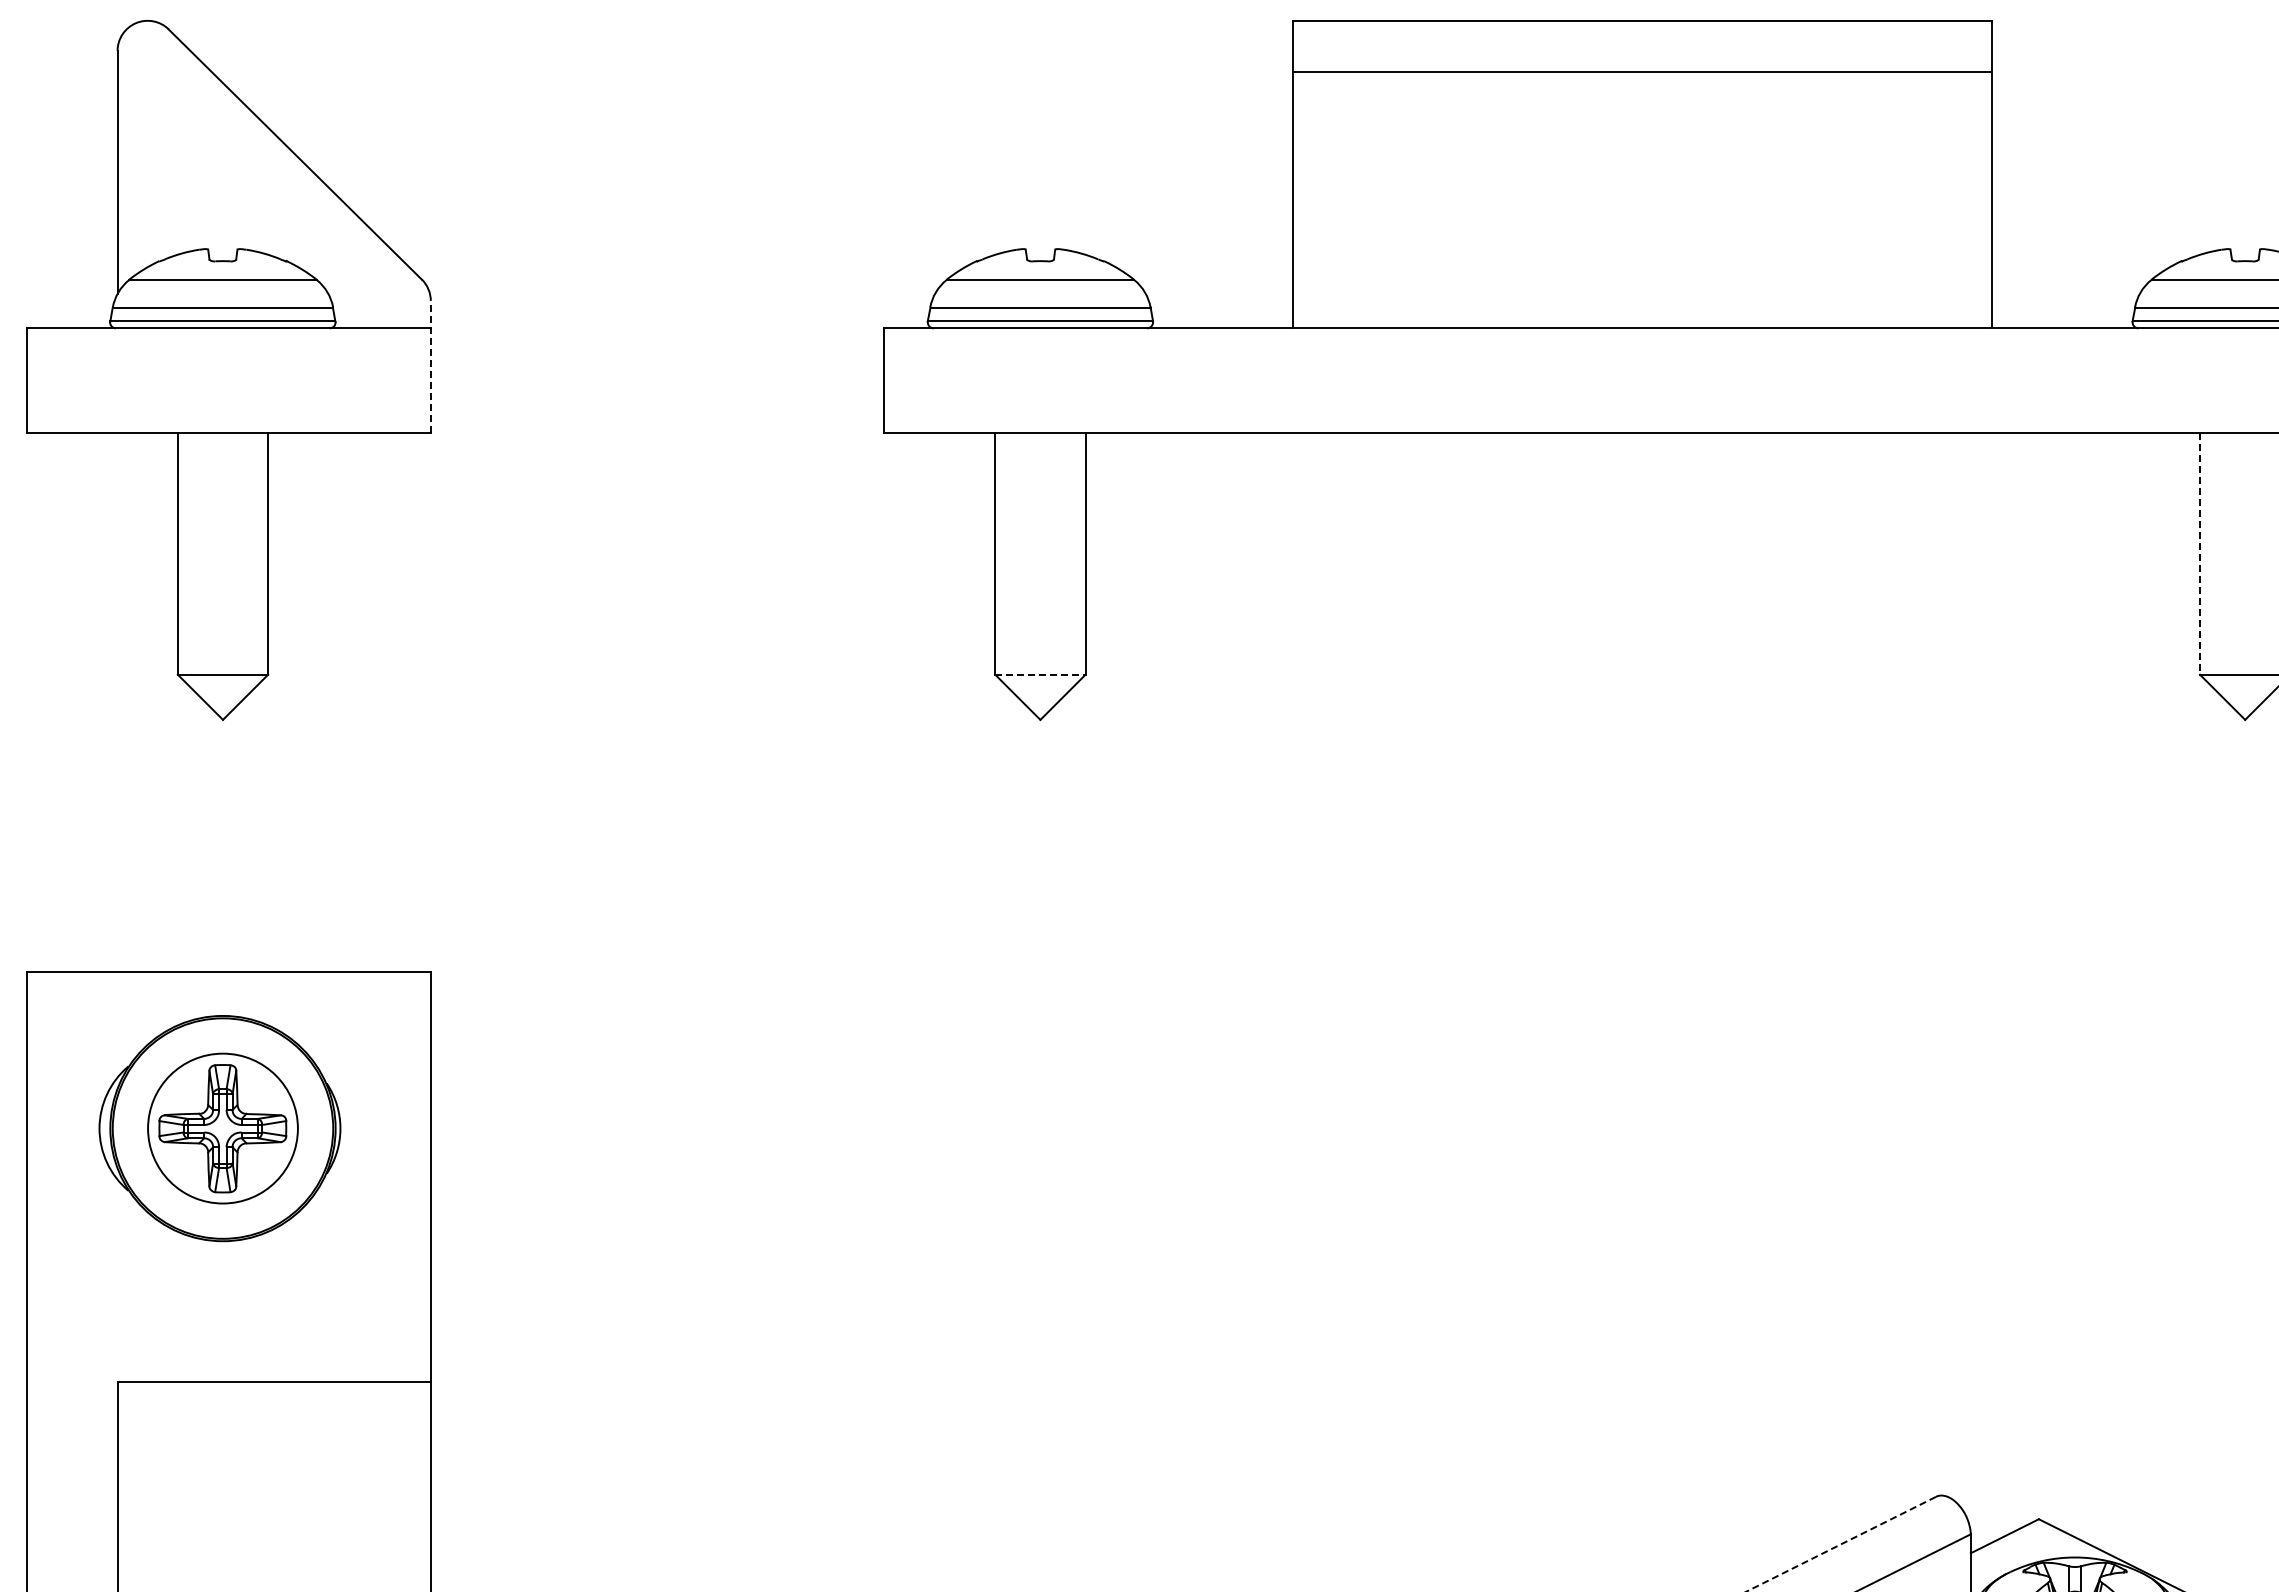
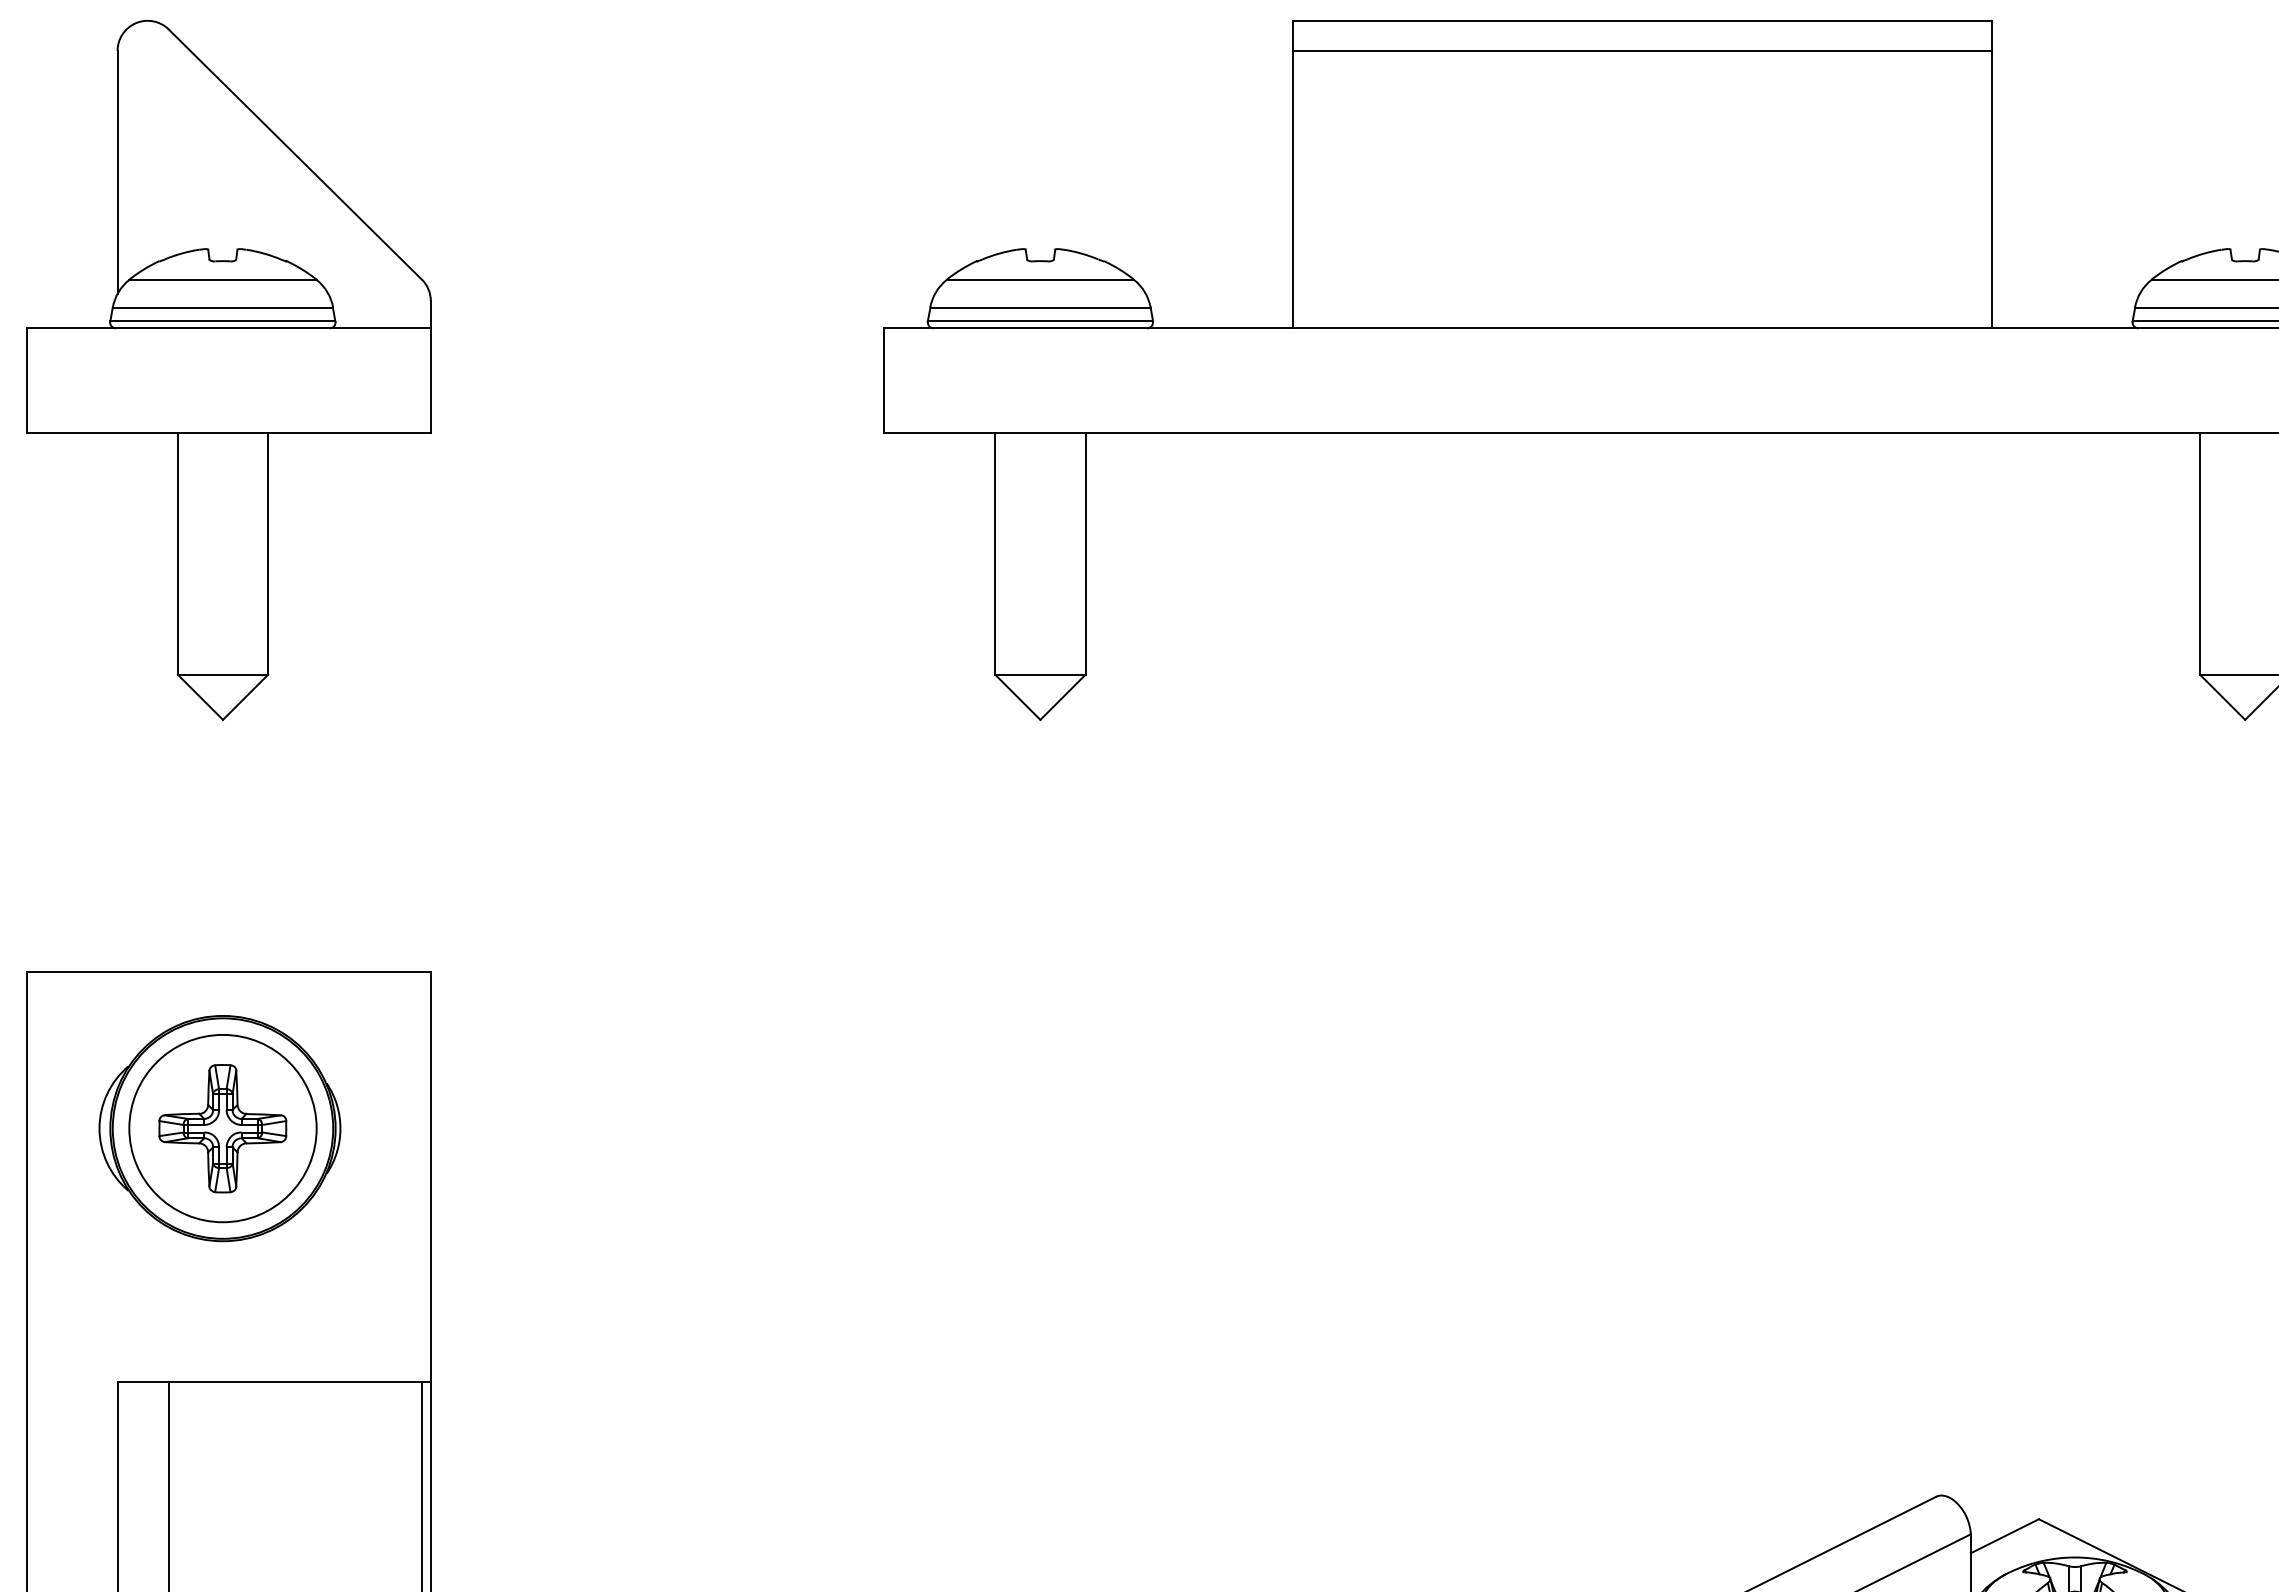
line at (1642, 71) position: (1642, 71) -> (1642, 50)
line at (430, 366): dashed -> solid
line at (2200, 554): dashed -> solid
line at (1040, 674): dashed -> solid
circle at (222, 1128) diameter: 150 px -> 187 px
line at (168, 1484): none -> present
line at (421, 1484): none -> present
line at (1841, 1544): dashed -> solid
